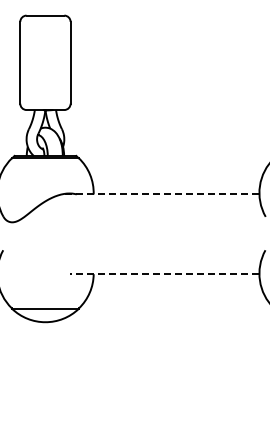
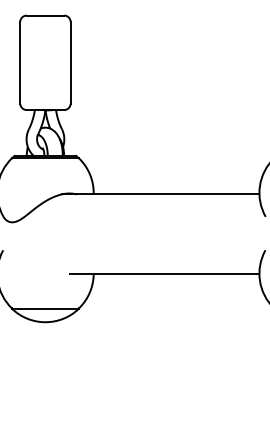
line at (160, 194): dashed -> solid
line at (164, 274): dashed -> solid
